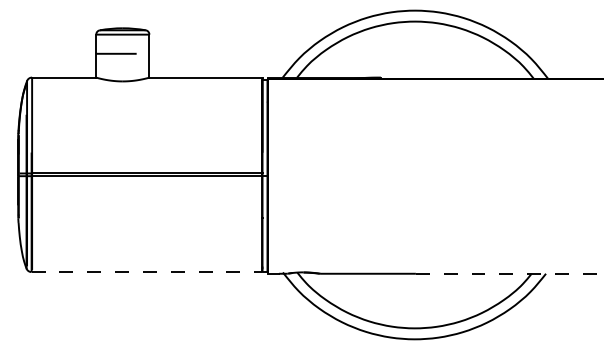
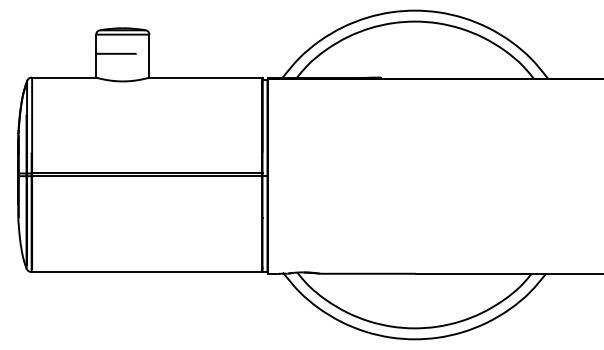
line at (147, 272): dashed -> solid
line at (509, 273): dashed -> solid
